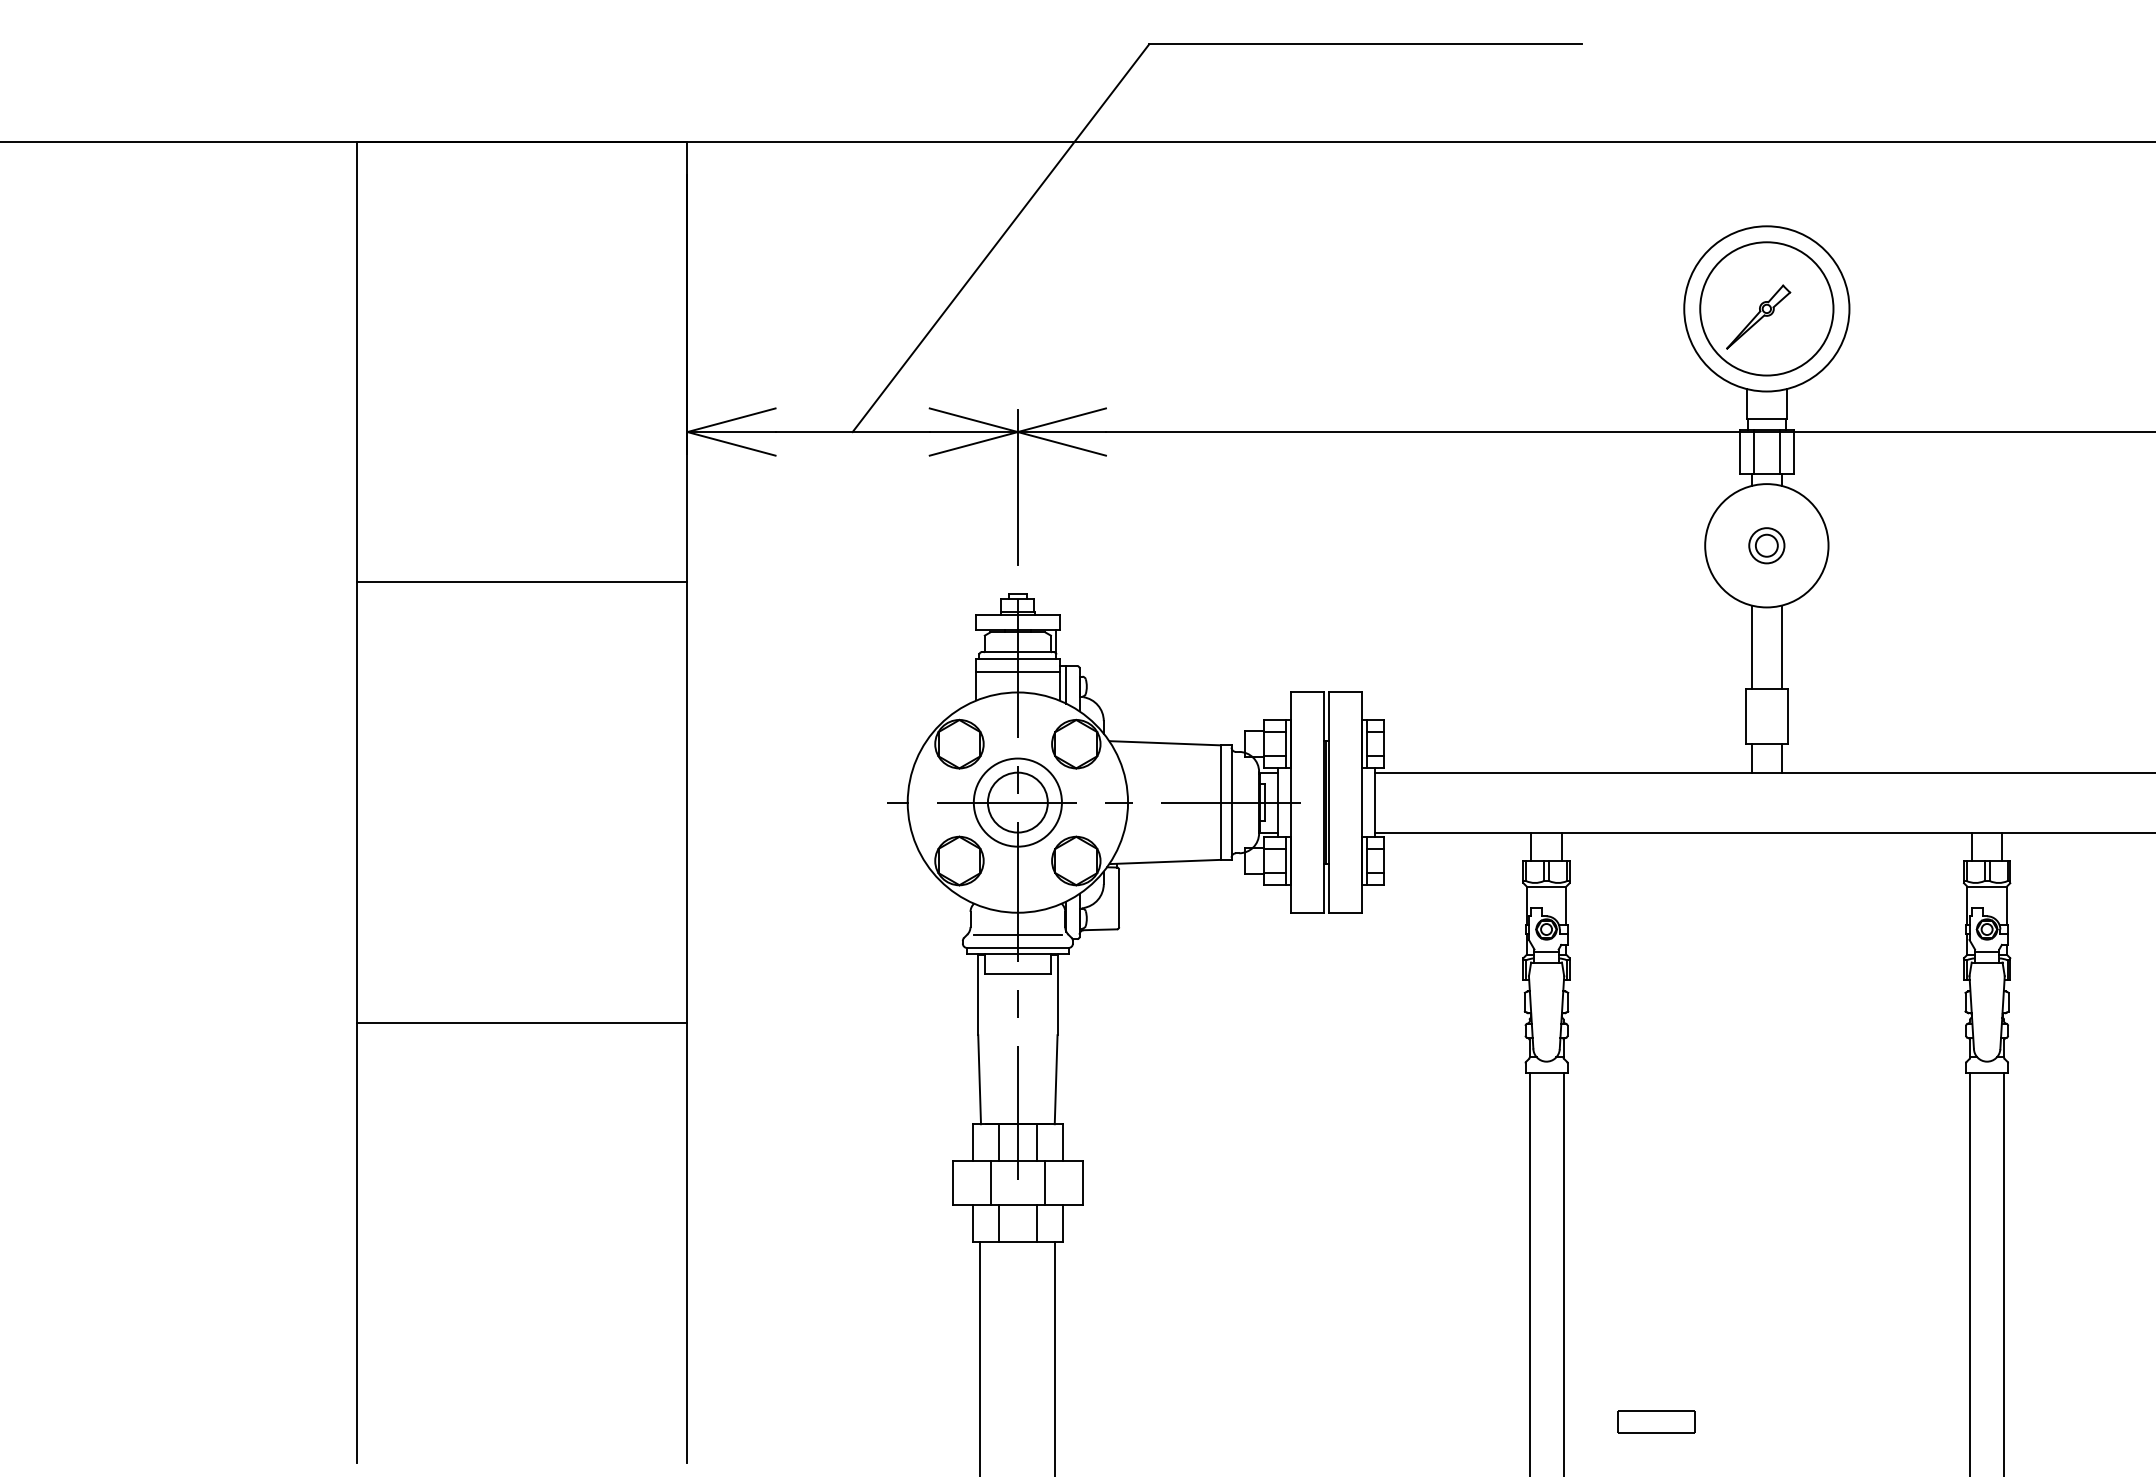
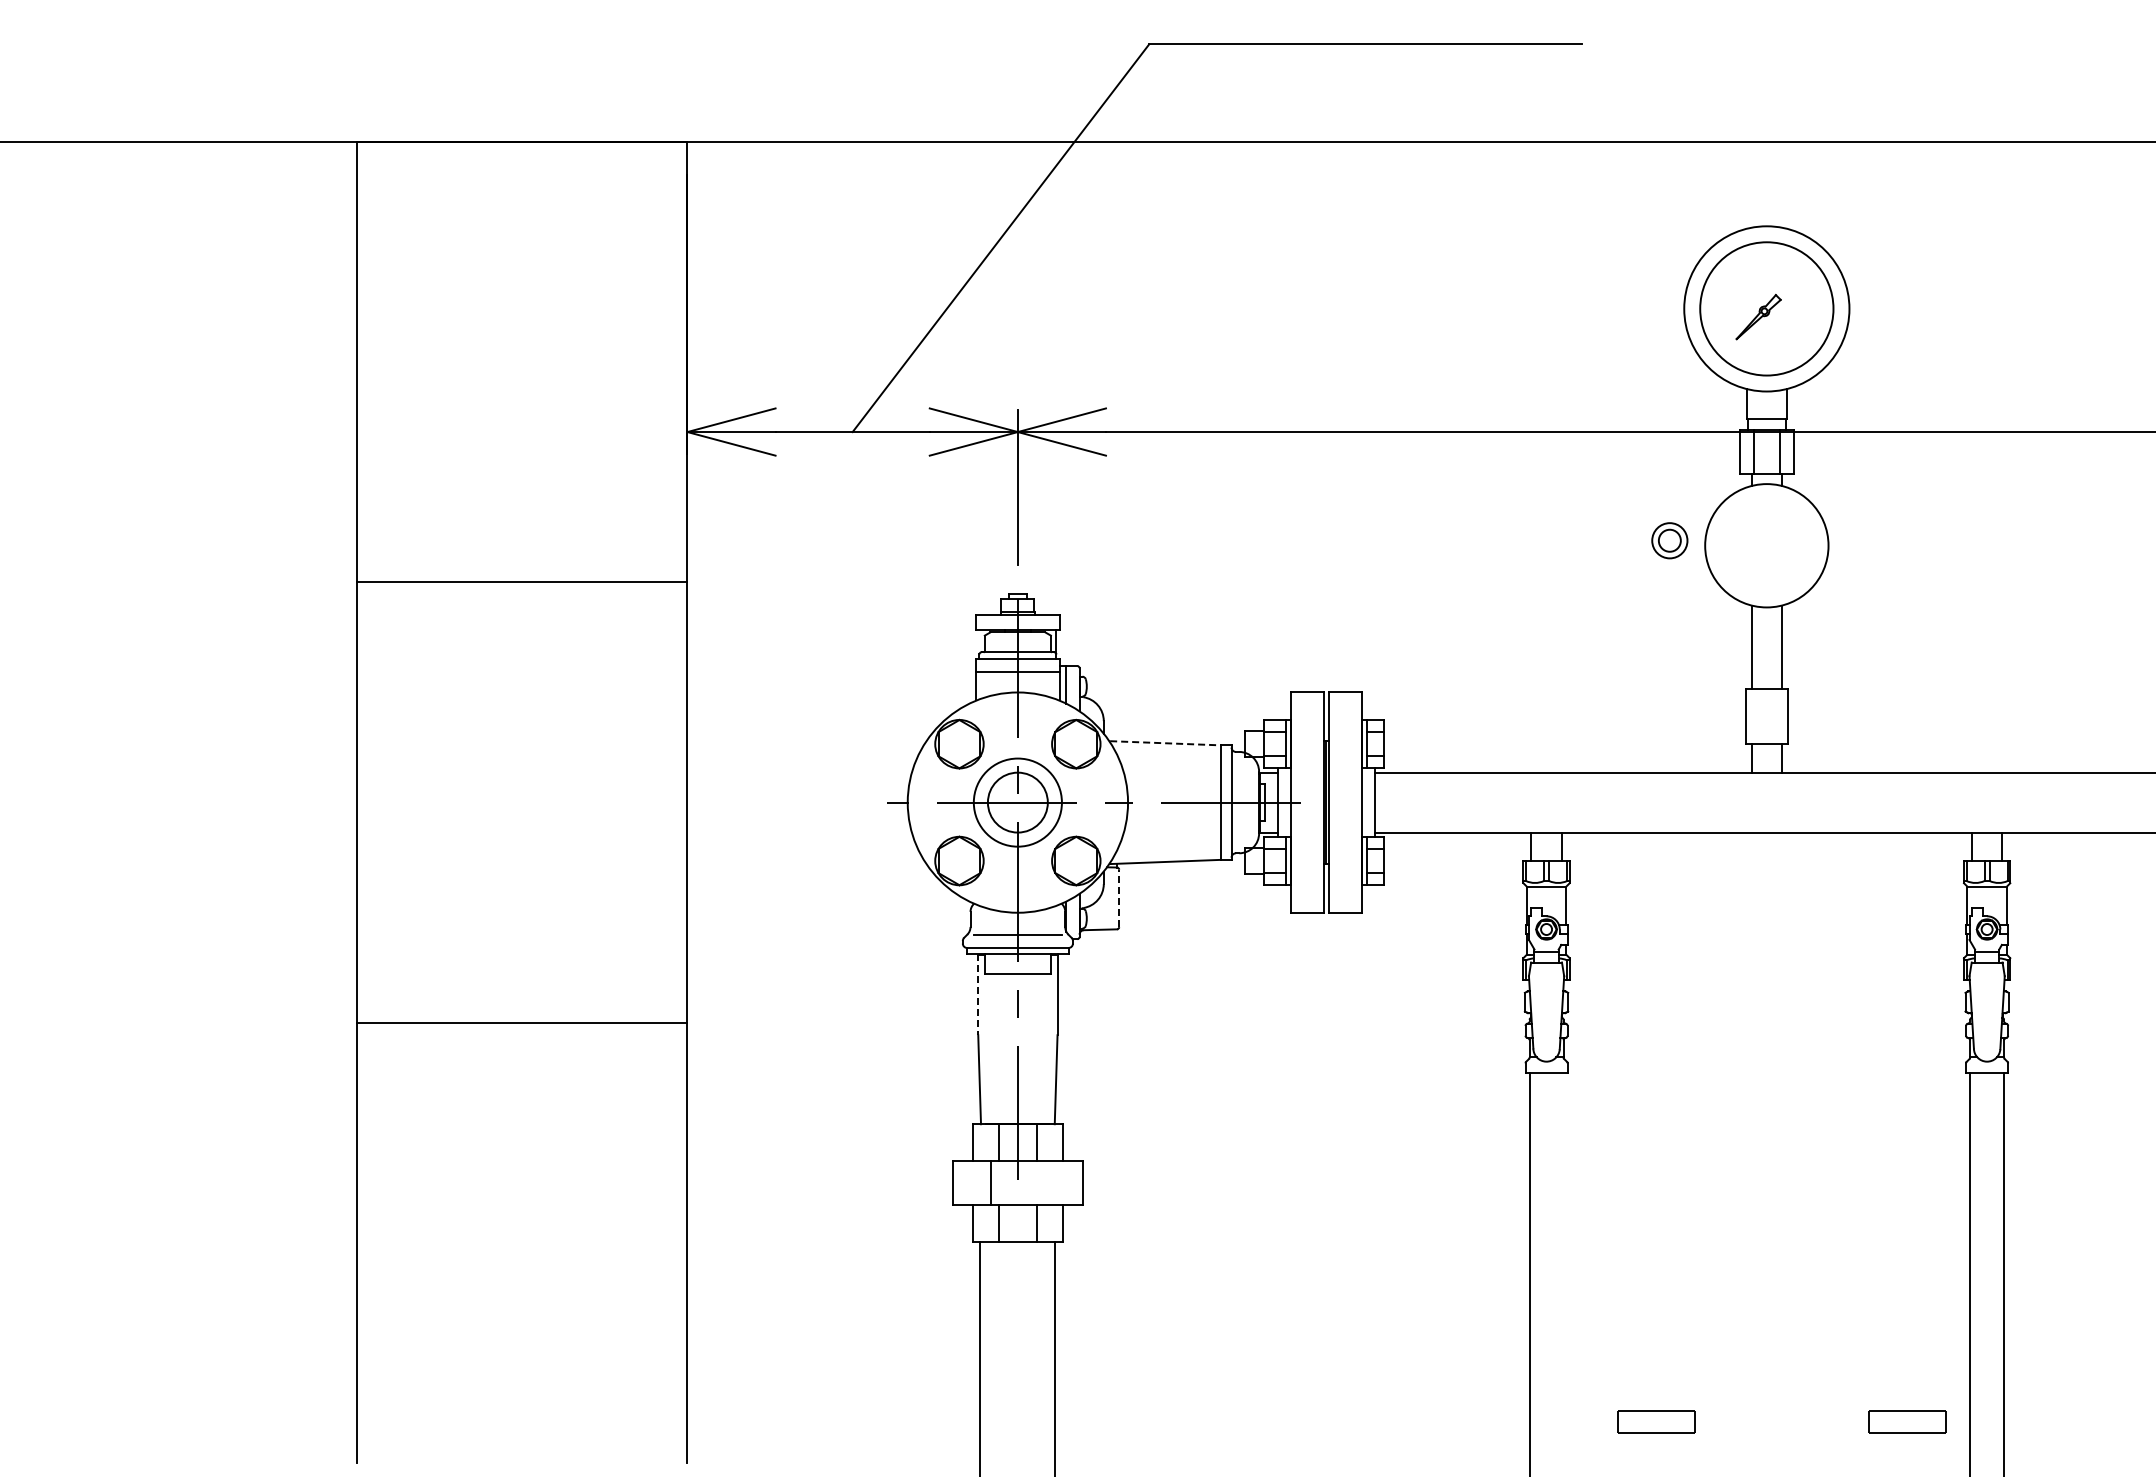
part at (1758, 316) size: 66x66 px -> 47x48 px
part at (1766, 545) position: (1766, 545) -> (1669, 540)
line at (1165, 743): solid -> dashed
line at (1119, 898): solid -> dashed
line at (978, 994): solid -> dashed
line at (1044, 1183): present -> none
line at (1563, 1272): present -> none
part at (1907, 1421): none -> present
